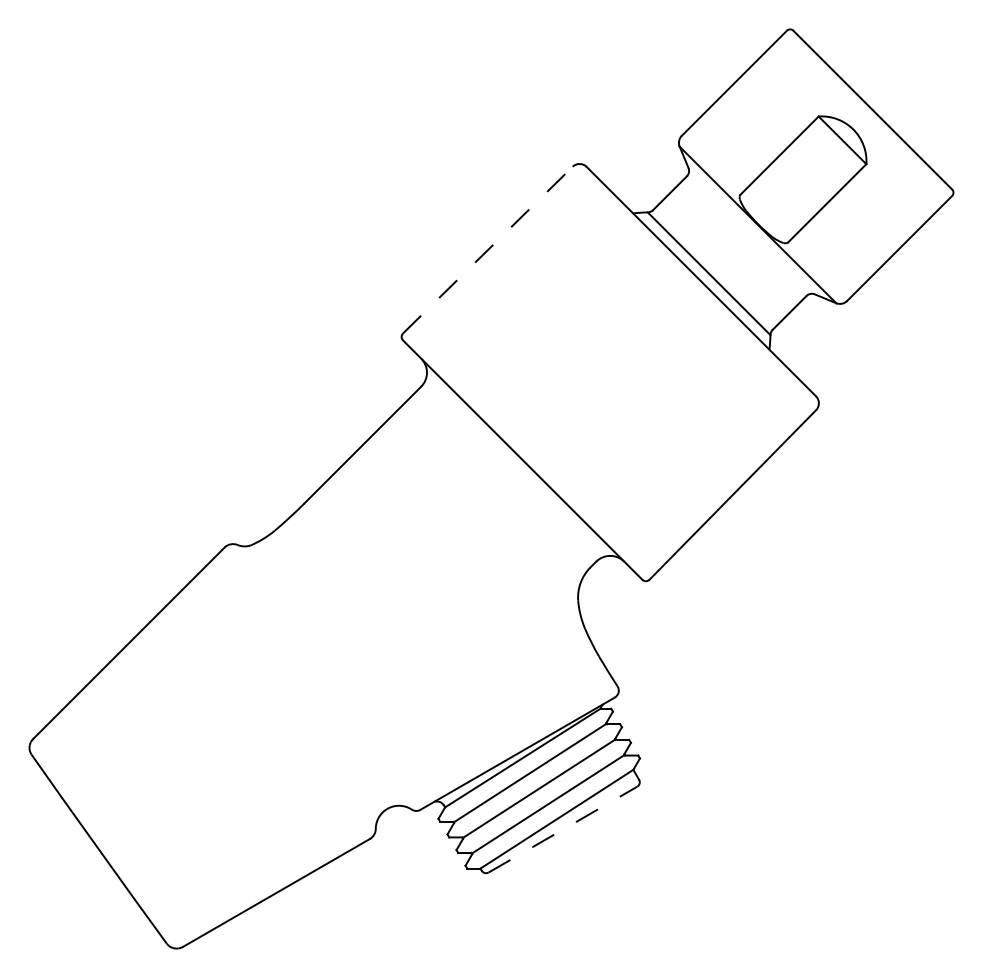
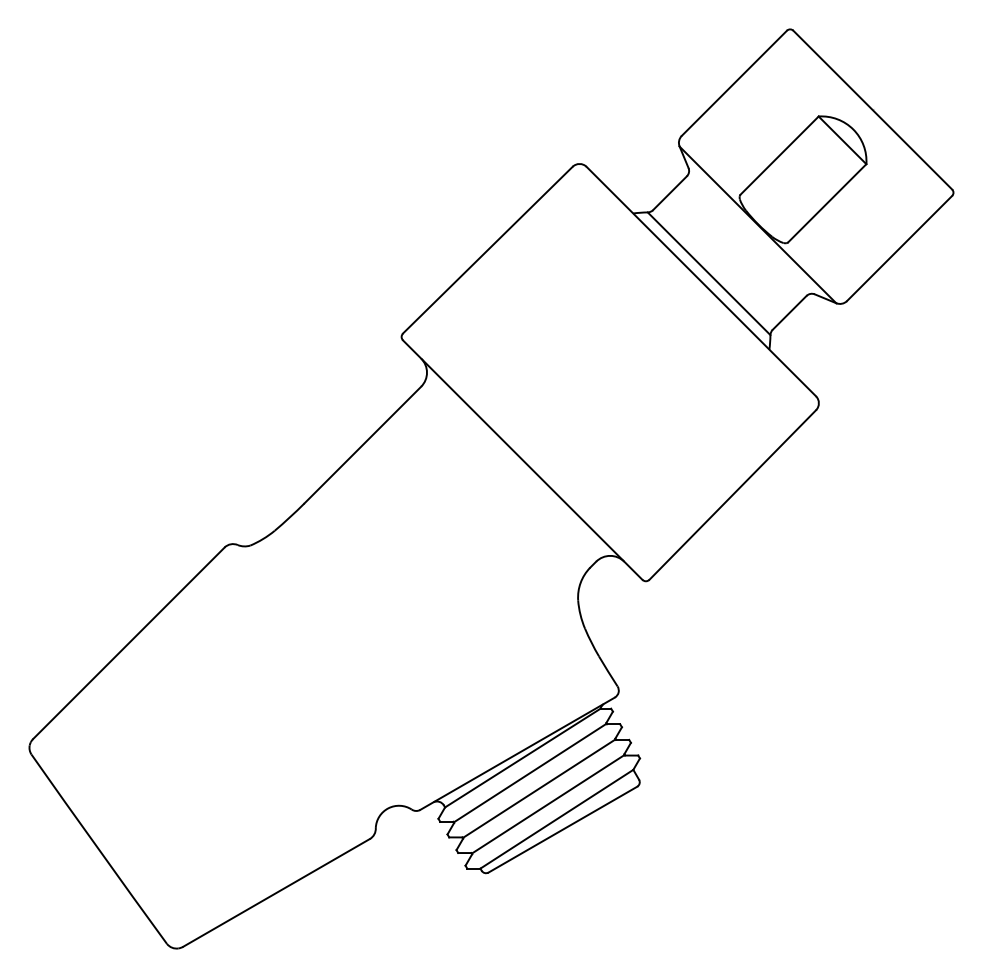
line at (487, 250): dashed -> solid
line at (562, 829): dashed -> solid
